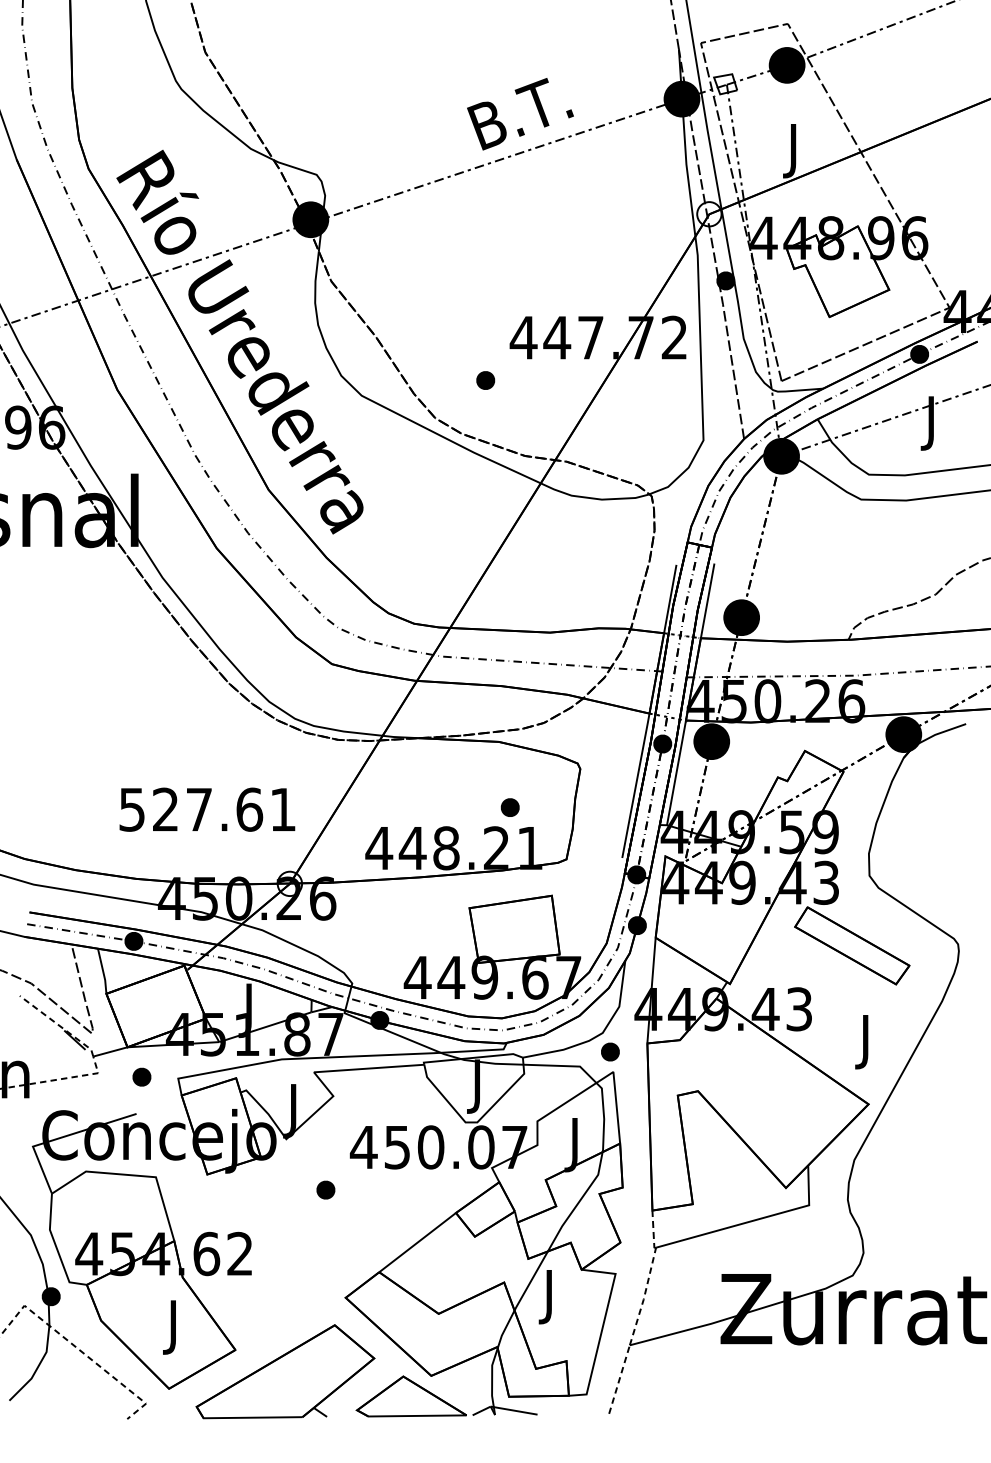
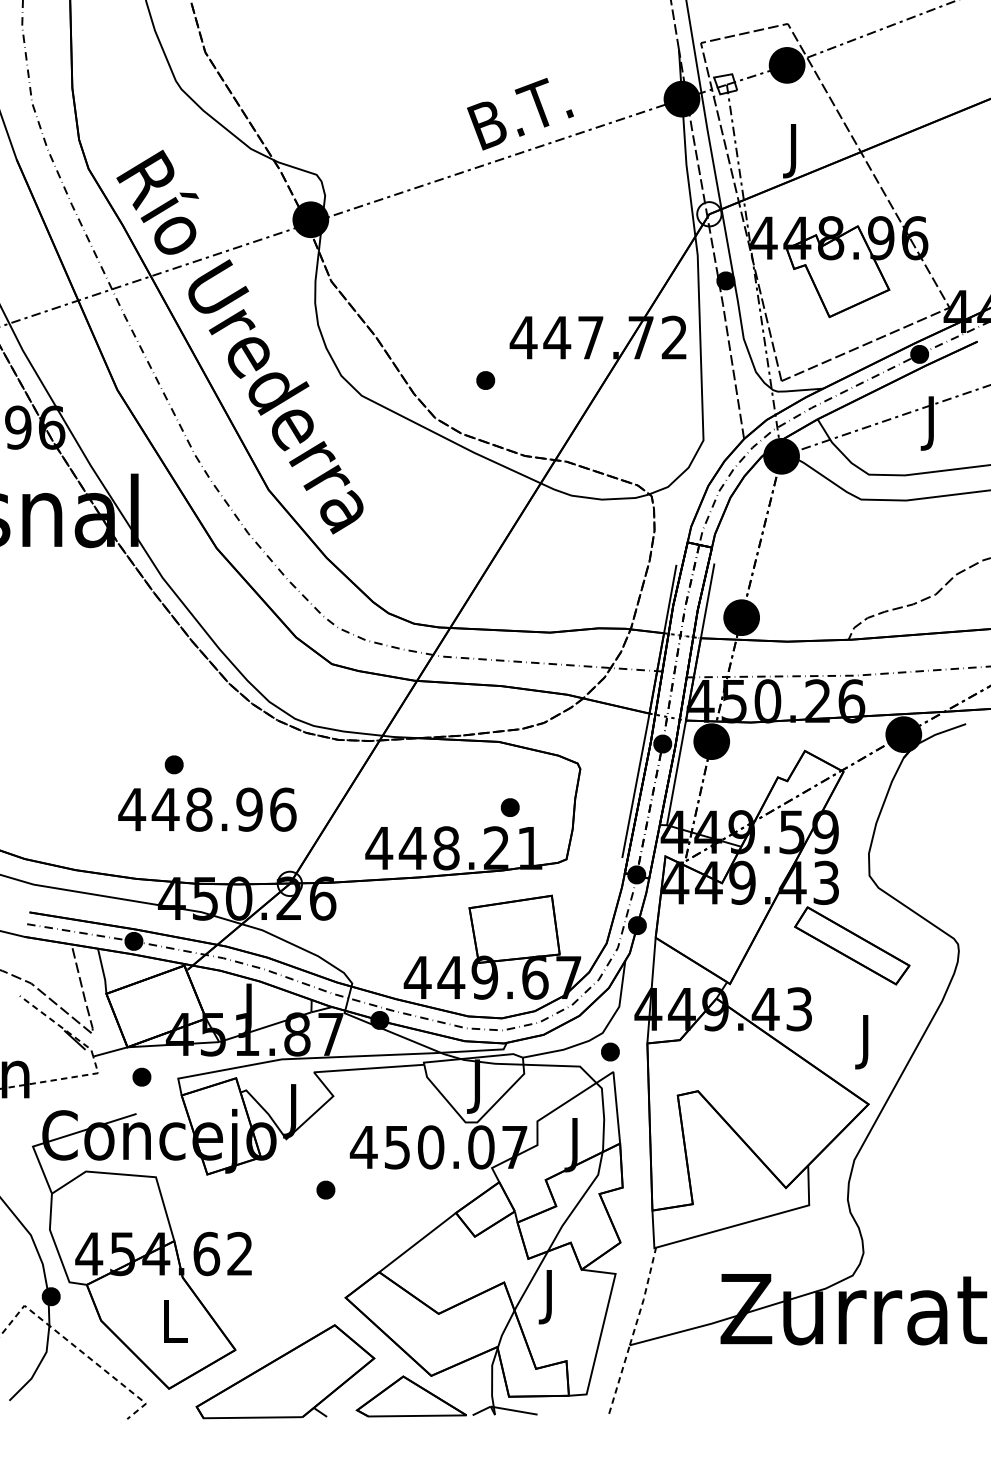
part at (173, 764): none -> present
text at (207, 809): 527.61 -> 448.96
line at (653, 1230): dashed -> solid
text at (175, 1327): J -> L
